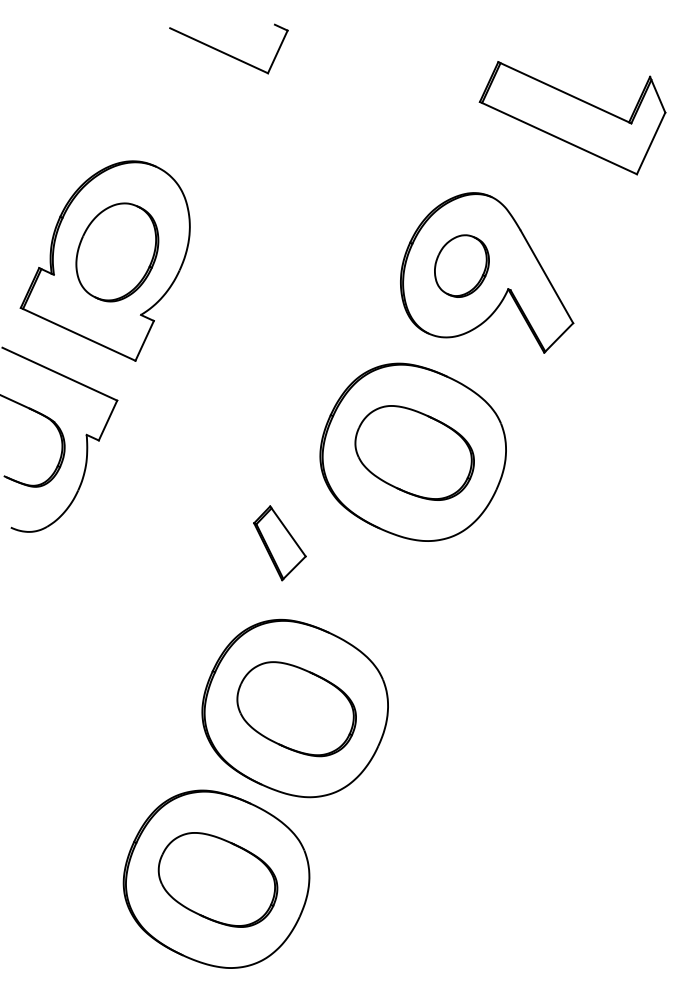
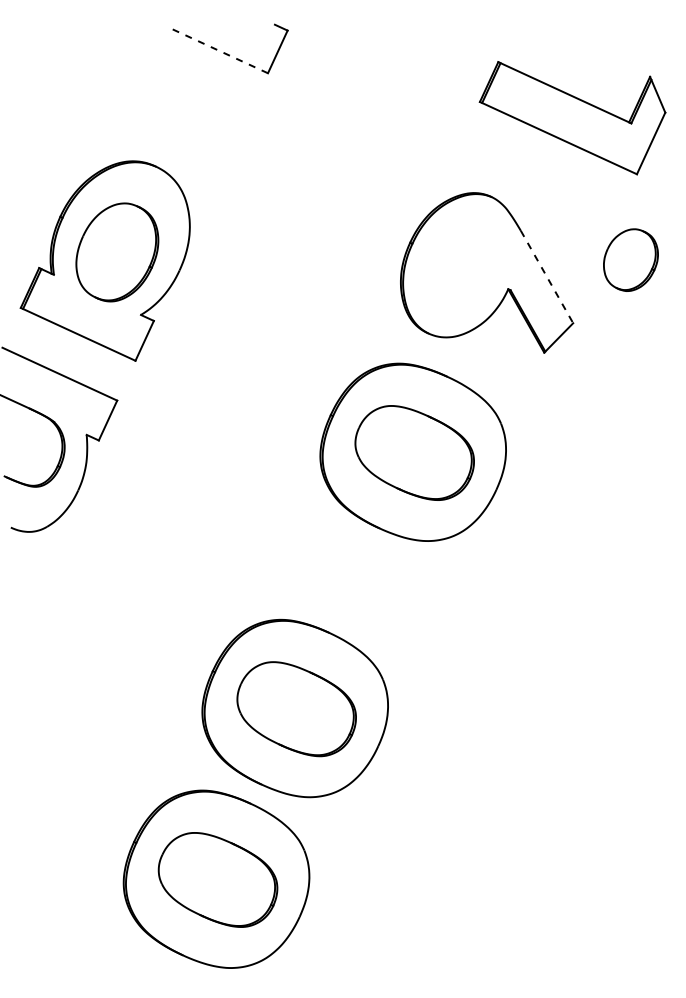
line at (219, 50): solid -> dashed
part at (461, 265) position: (461, 265) -> (630, 259)
line at (547, 277): solid -> dashed
part at (279, 543): present -> none
